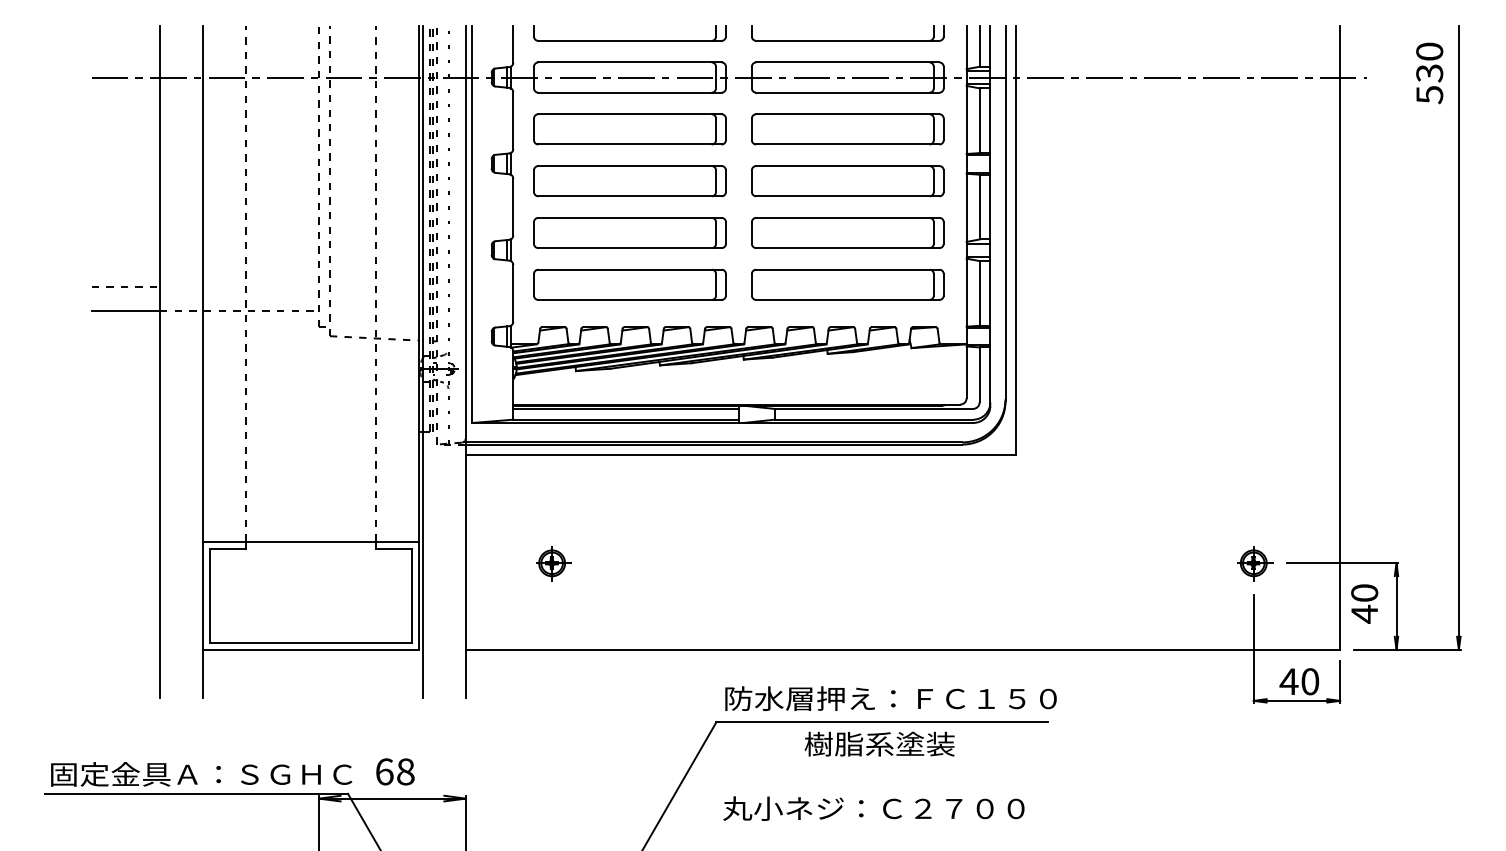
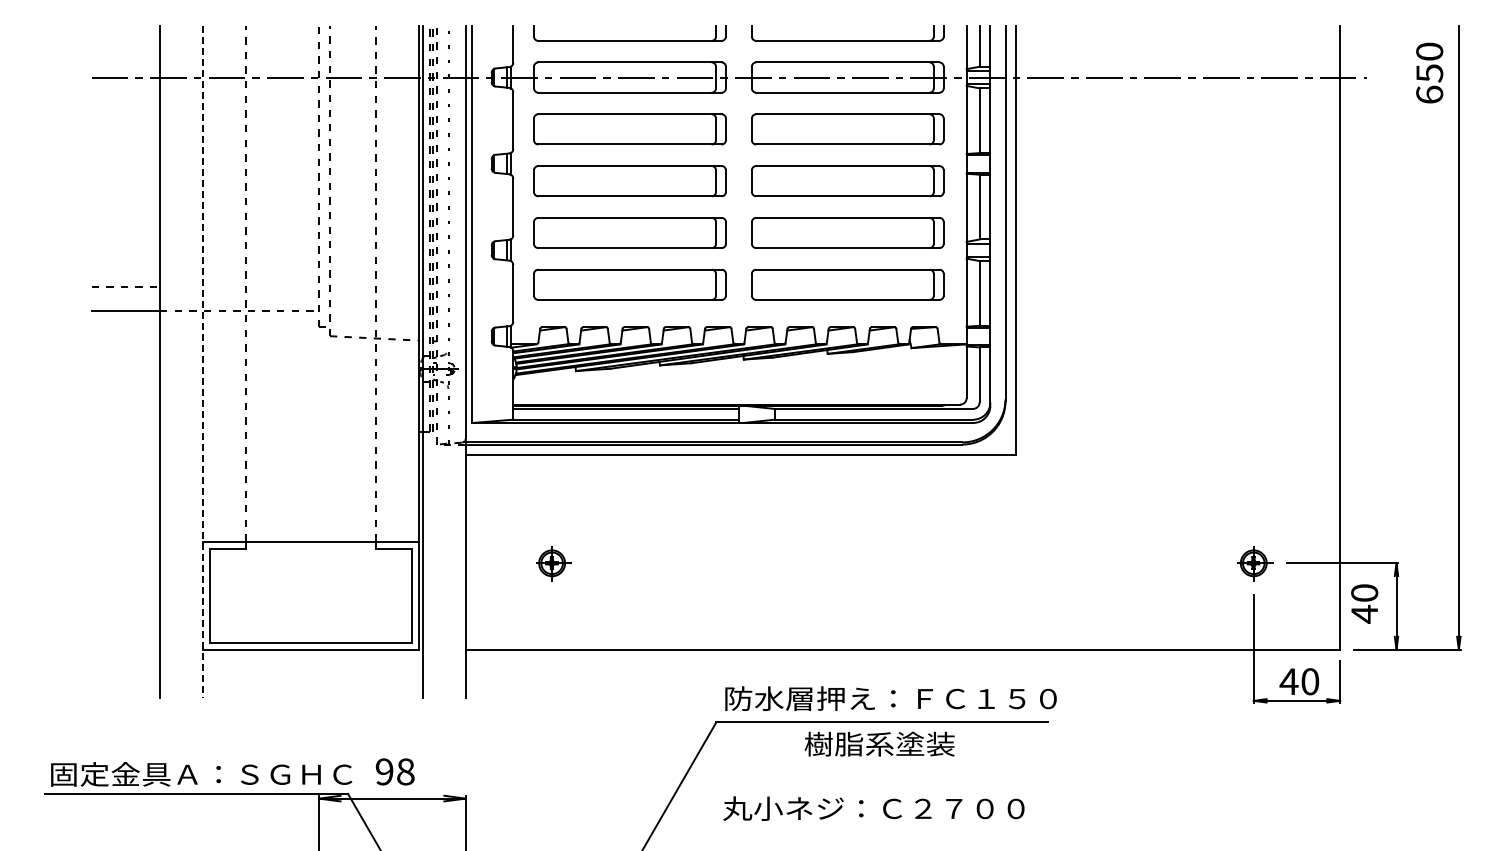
text at (1429, 84): 530 -> 650
line at (203, 362): solid -> dashed
text at (384, 771): 68 -> 98
